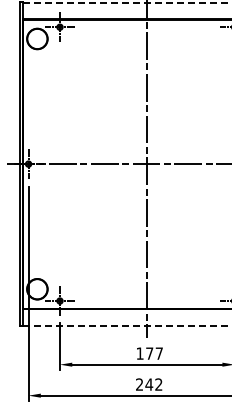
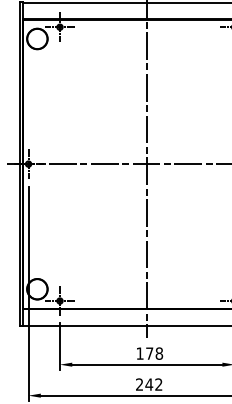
line at (127, 2): dashed -> solid
line at (126, 325): dashed -> solid
text at (159, 353): 177 -> 178
